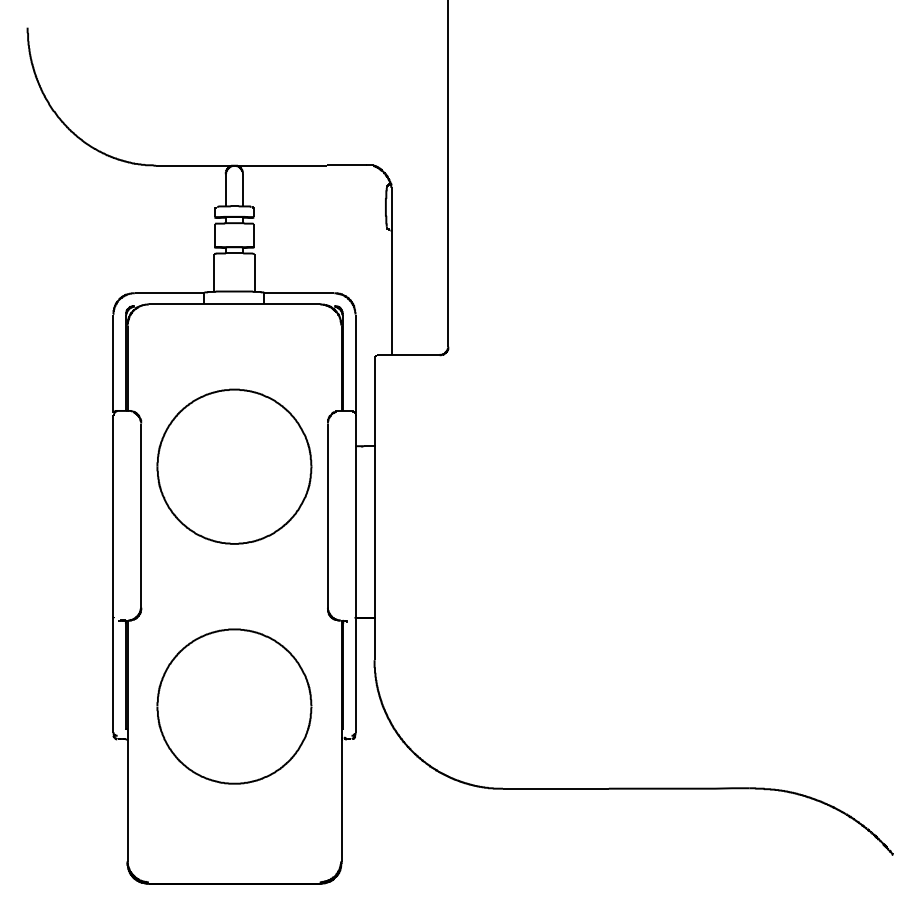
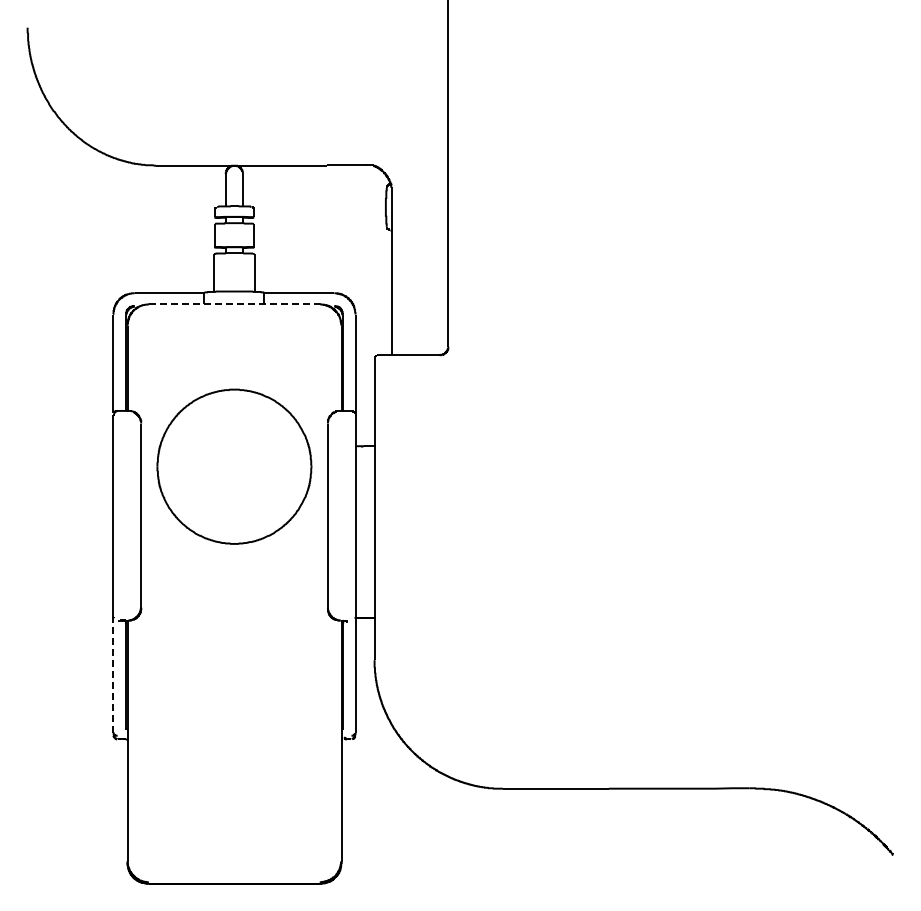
line at (234, 304): solid -> dashed
line at (113, 676): solid -> dashed
part at (234, 706): present -> none
